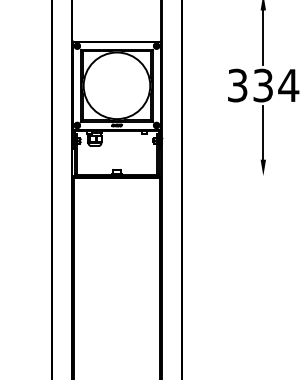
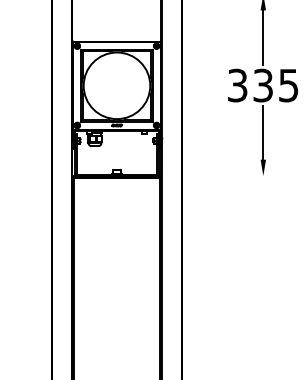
text at (288, 85): 334 -> 335
